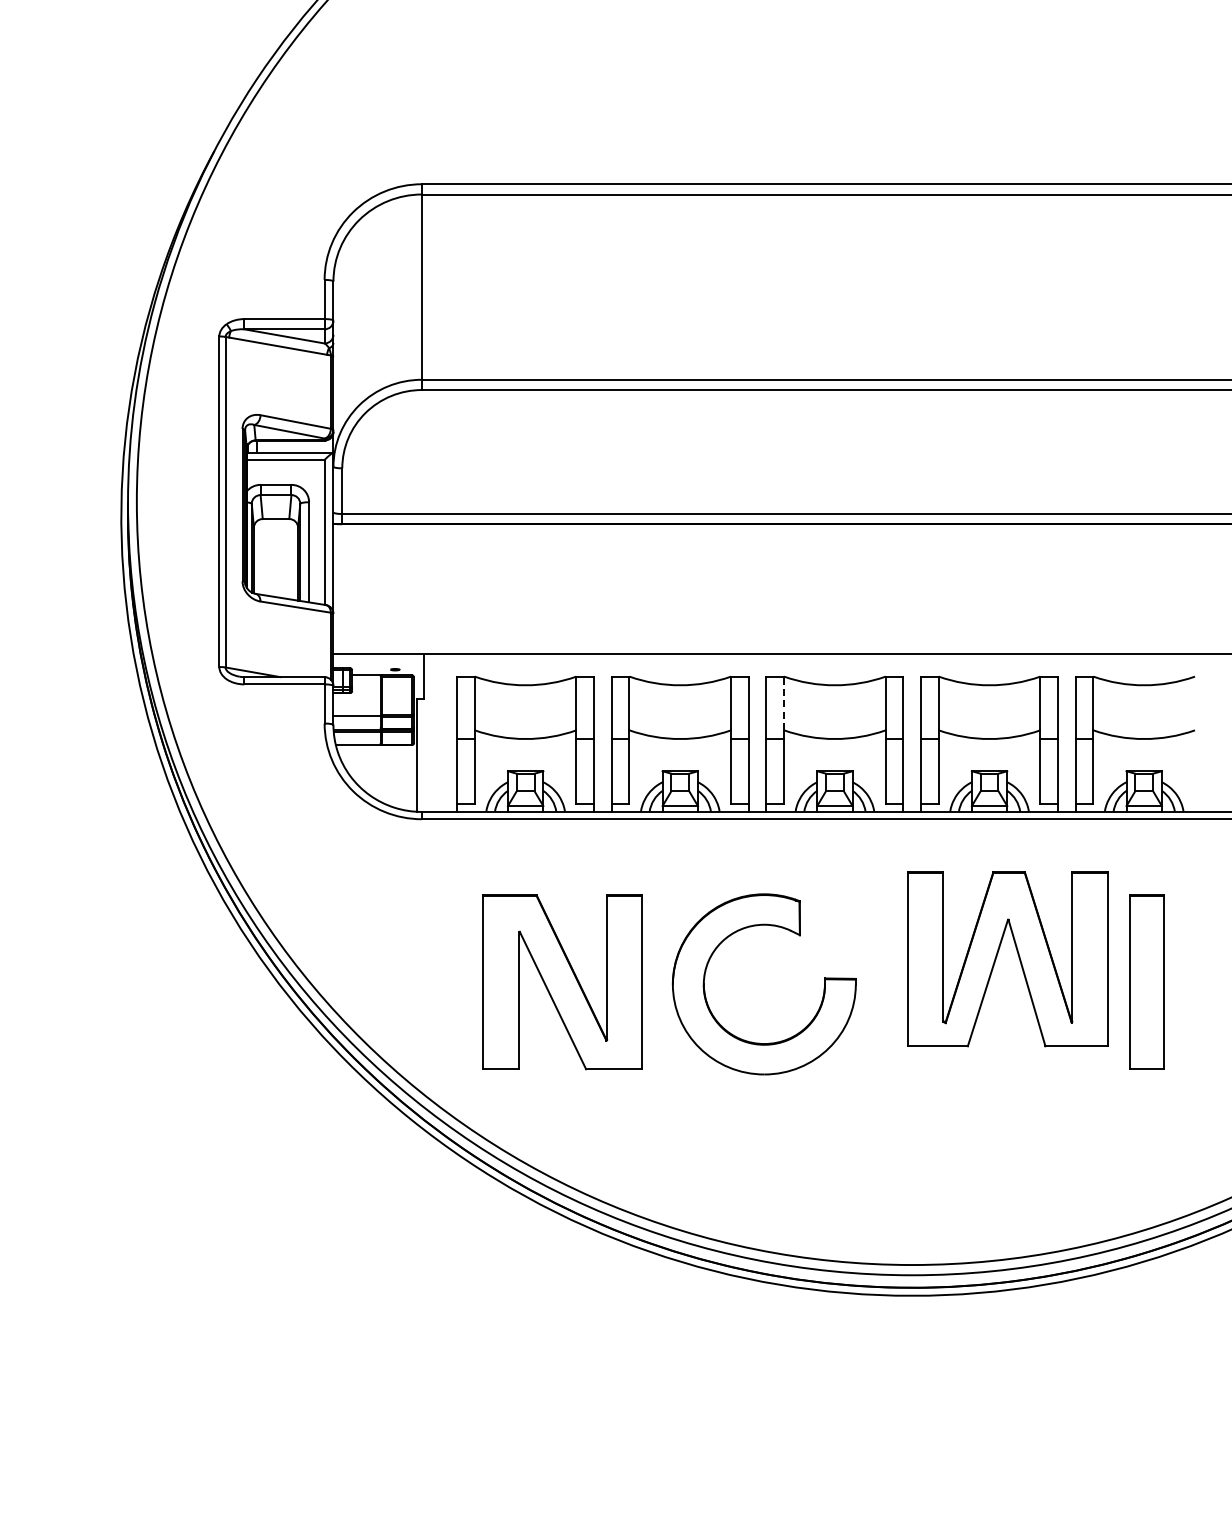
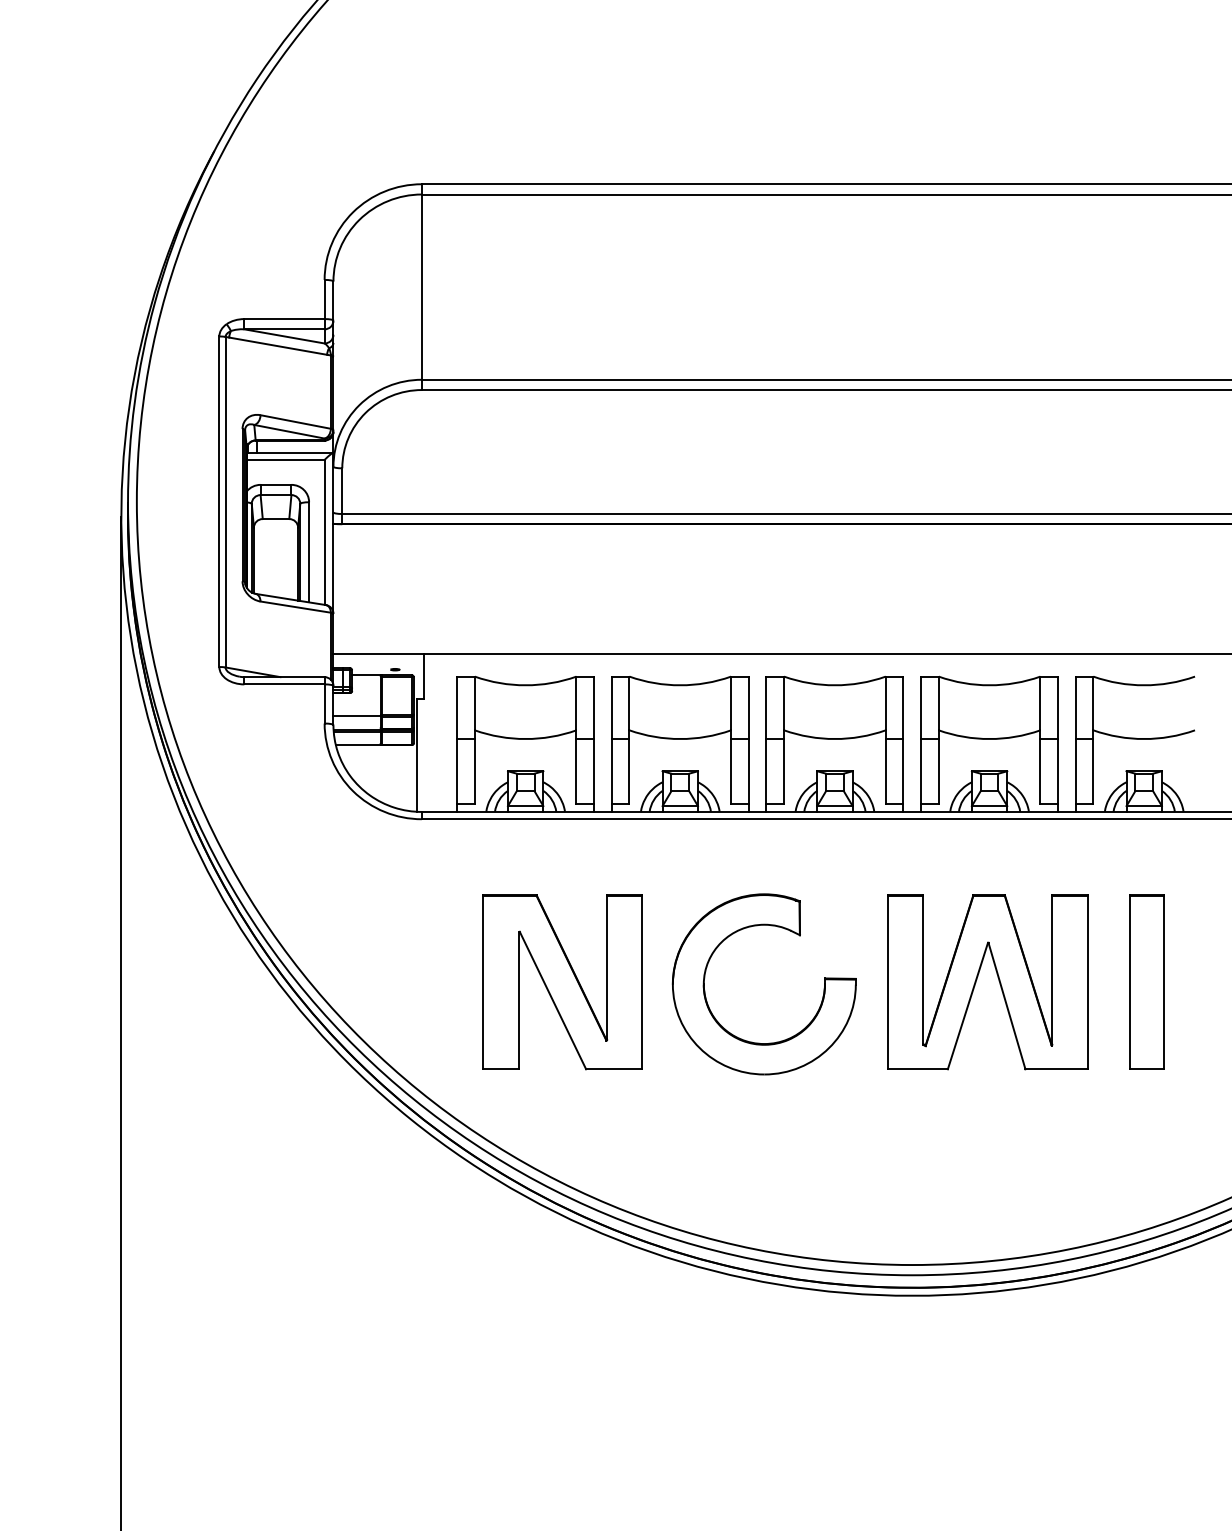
line at (784, 703): dashed -> solid
part at (997, 956) position: (997, 956) -> (977, 979)
line at (121, 1022): none -> present
